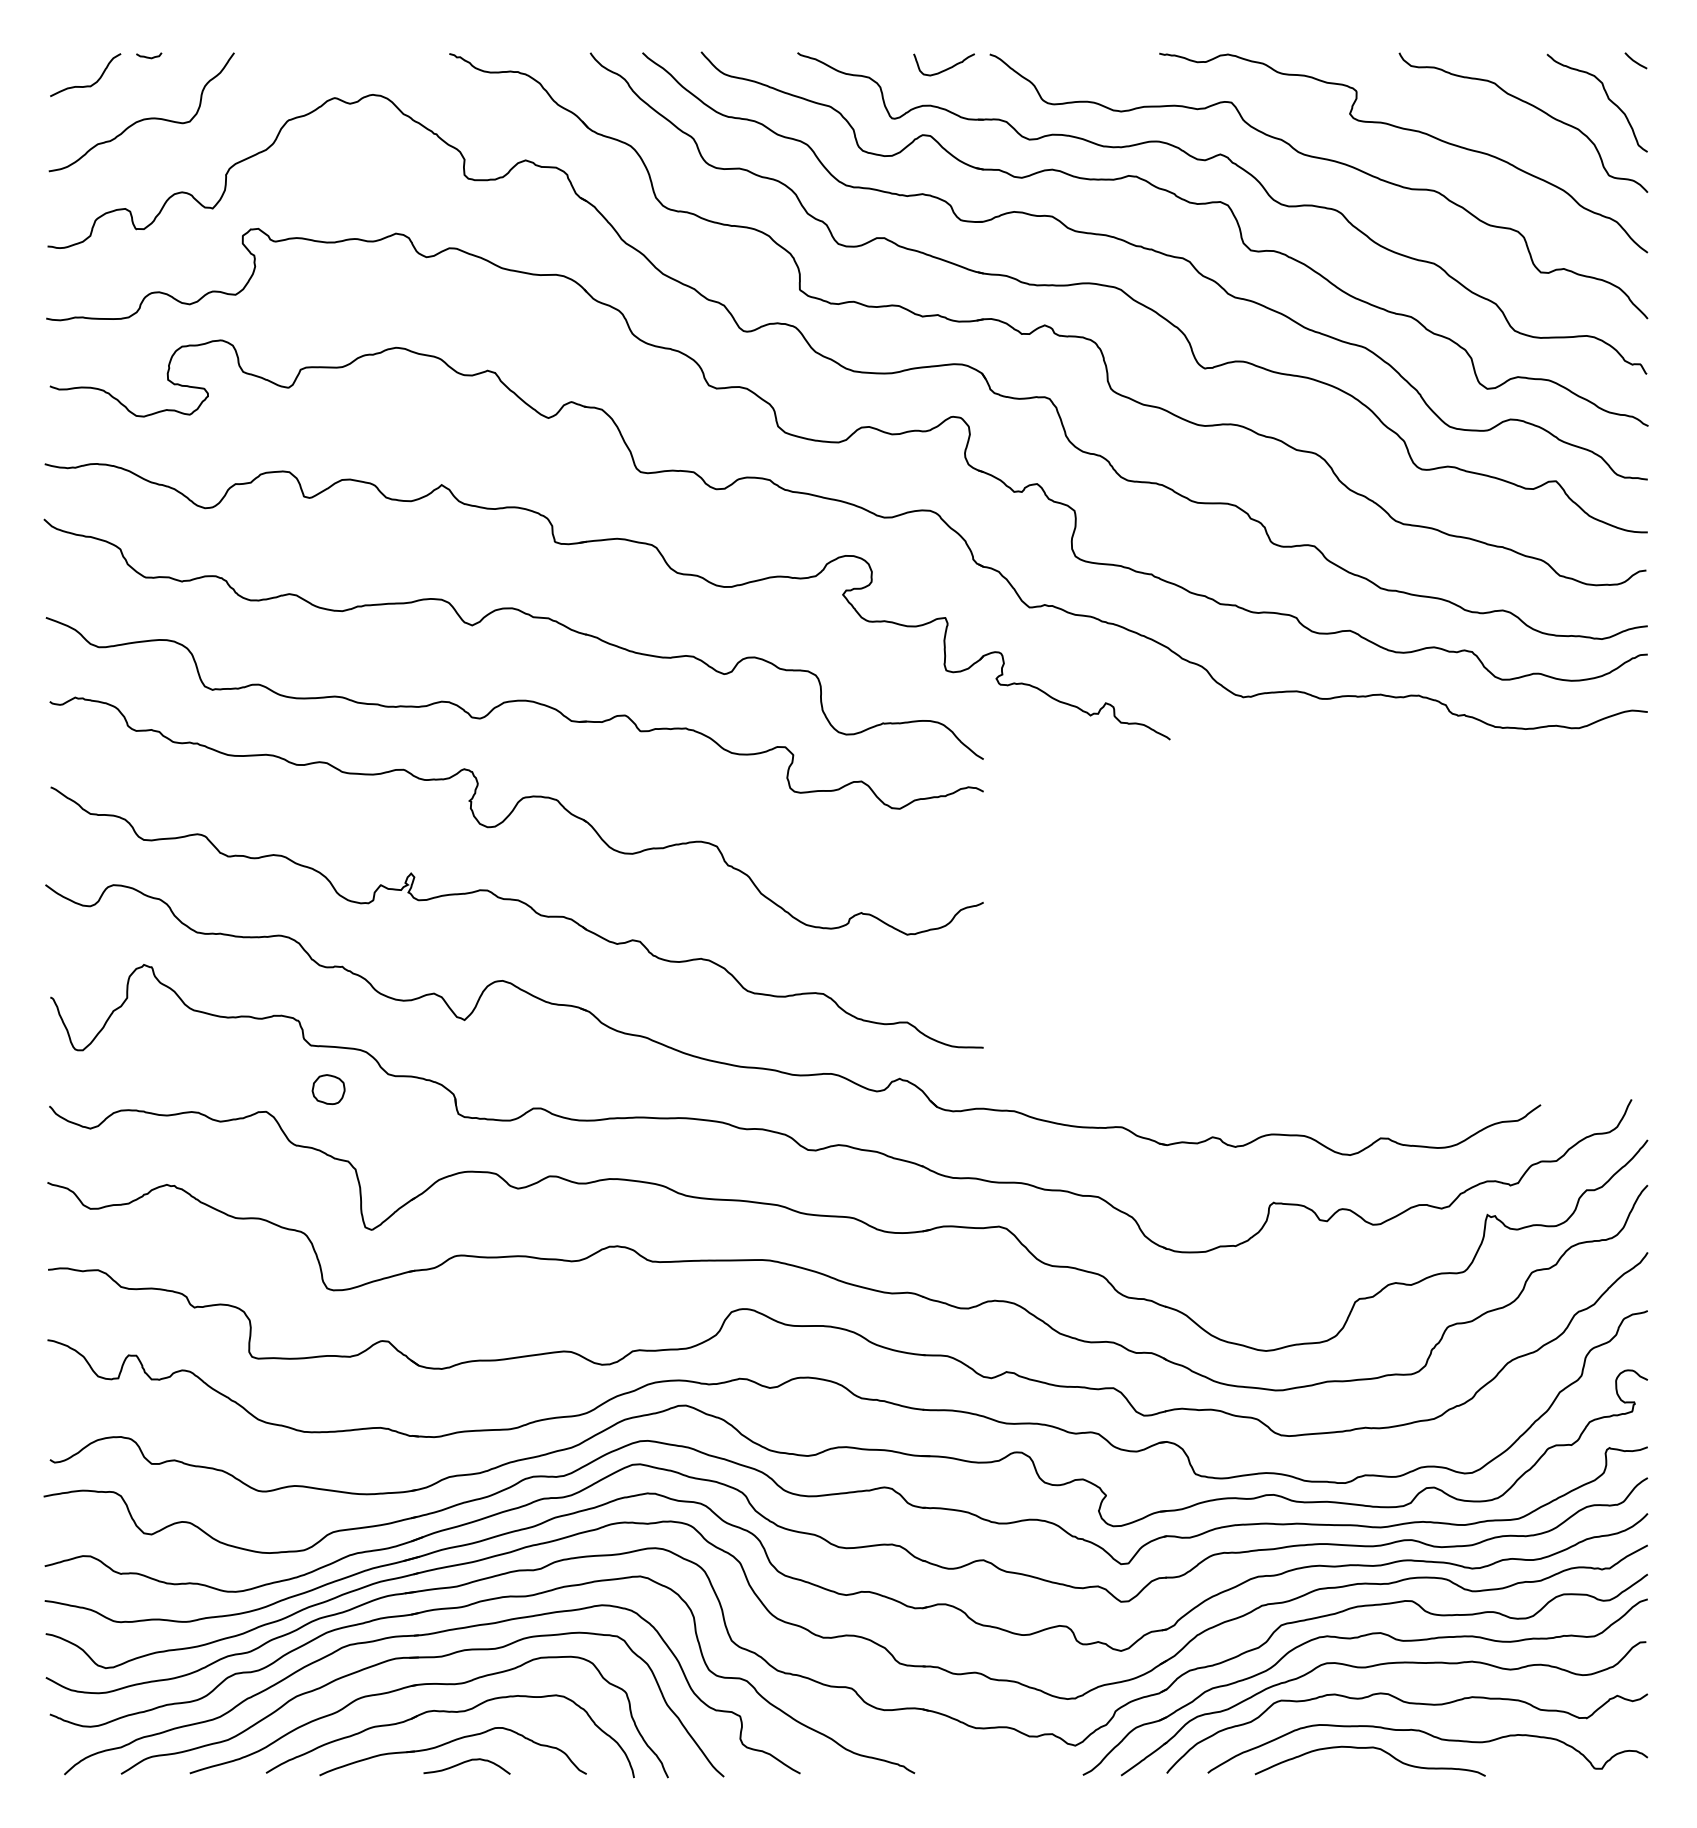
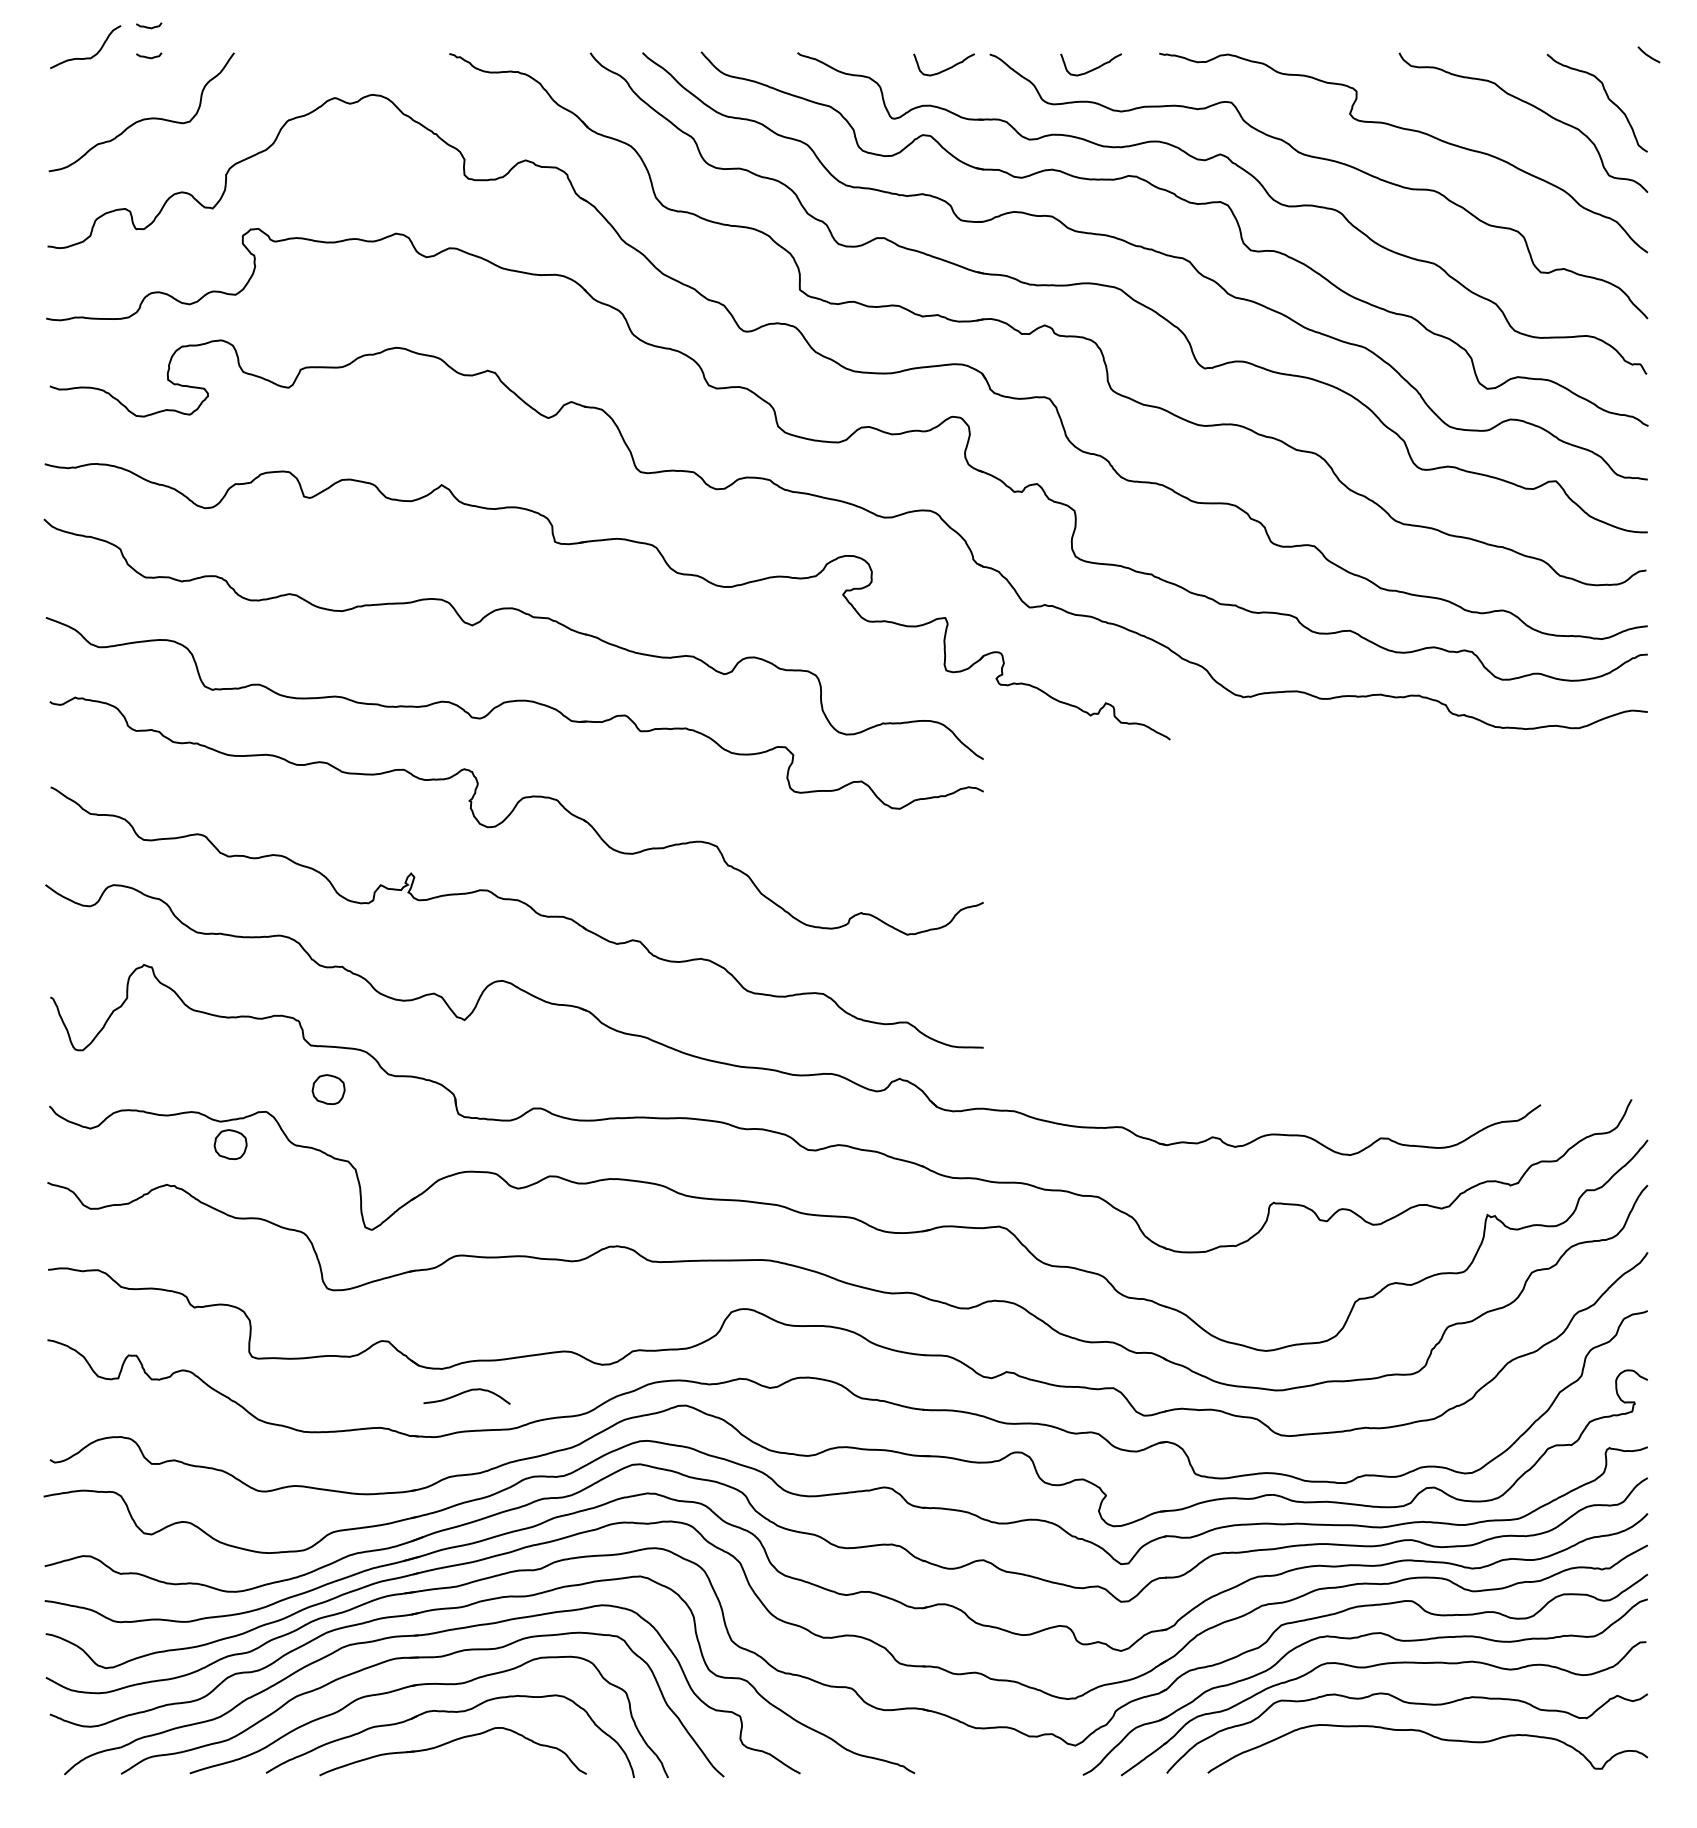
curve at (148, 26): none -> present
curve at (1635, 60) position: (1635, 60) -> (1648, 54)
curve at (1093, 68): none -> present
curve at (85, 85) position: (85, 85) -> (85, 57)
part at (230, 1144): none -> present
curve at (1369, 1748): present -> none
curve at (464, 1763) position: (464, 1763) -> (464, 1393)
